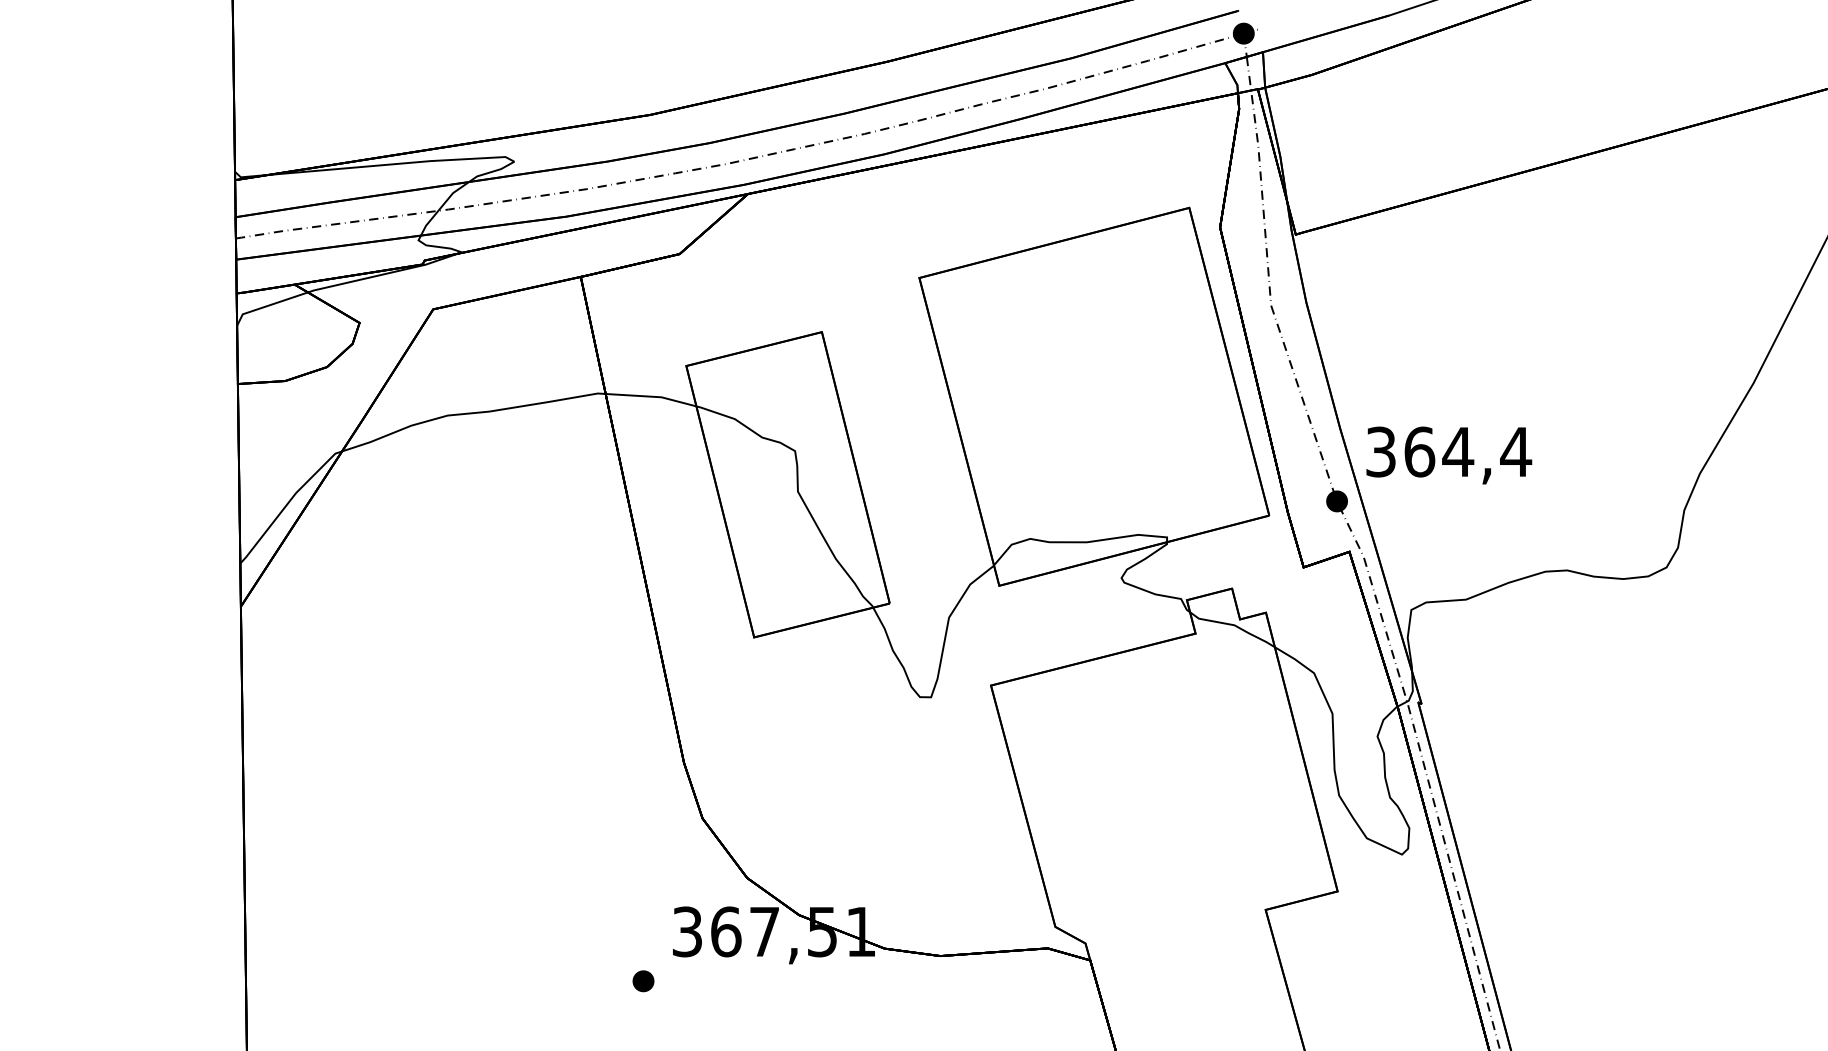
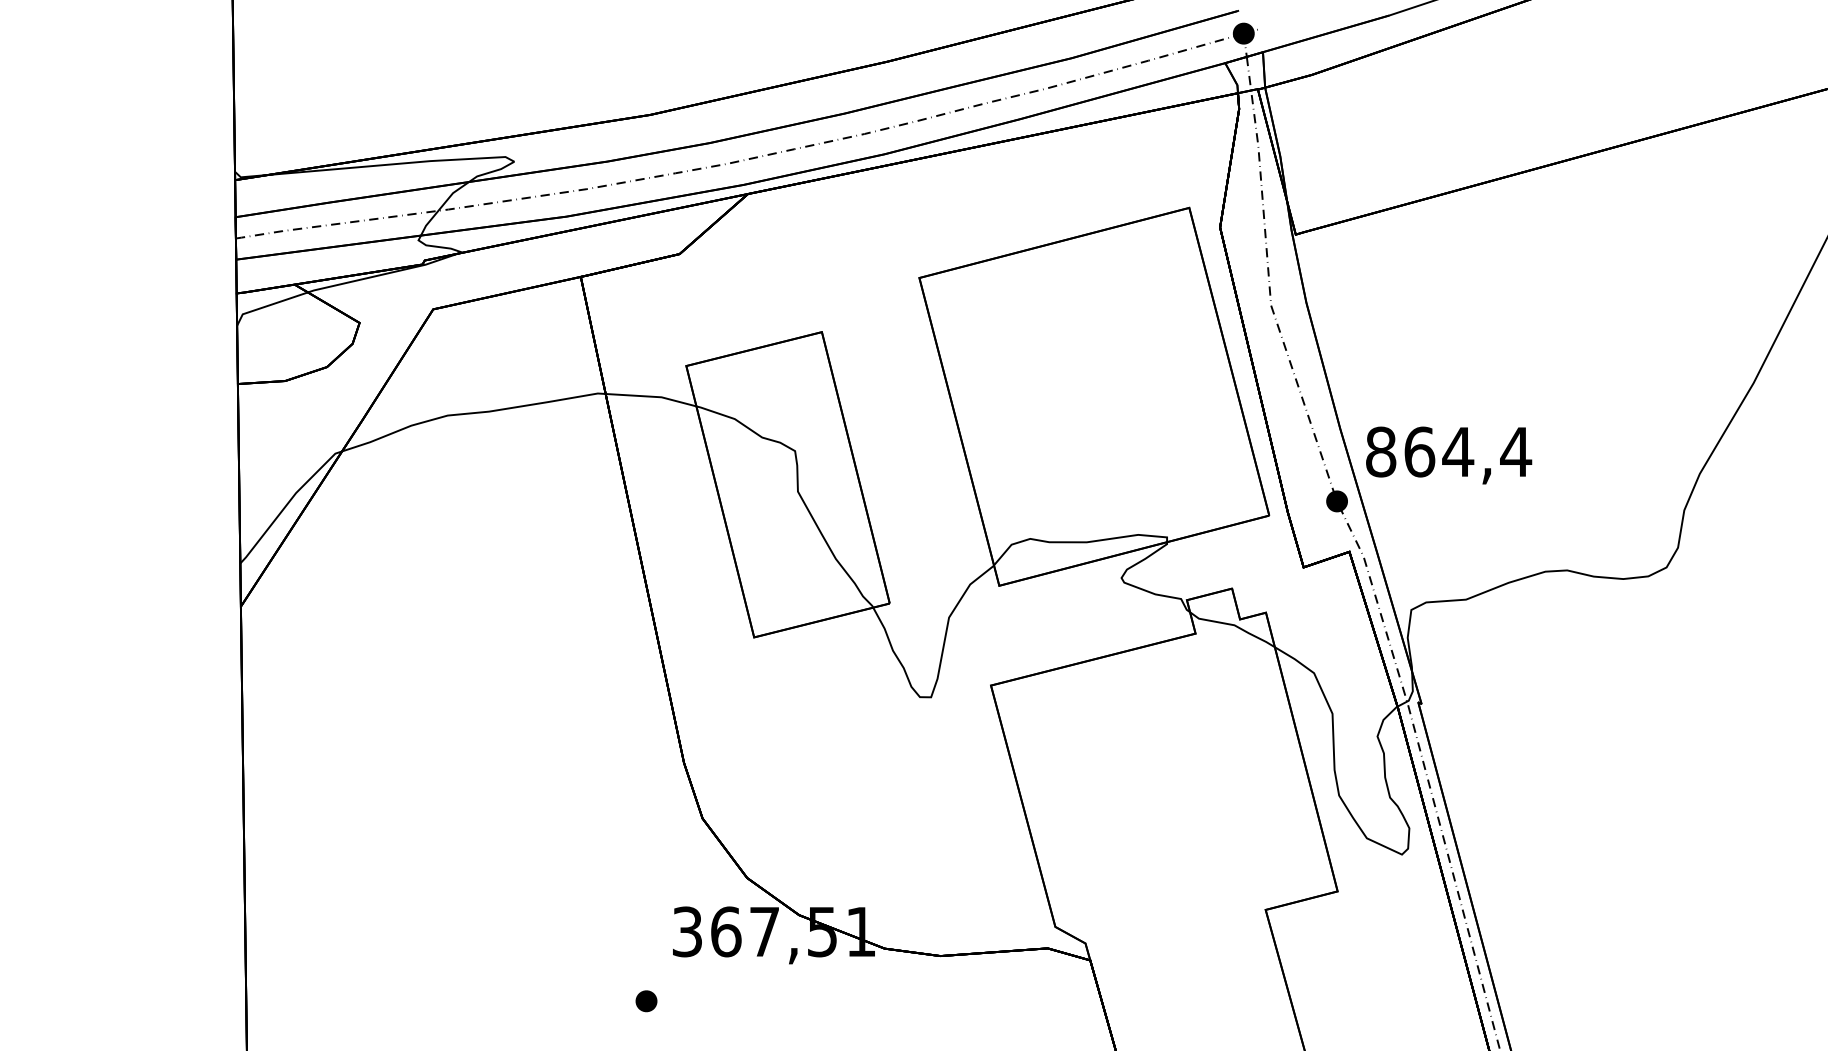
text at (1381, 451): 364,4 -> 864,4
part at (643, 981) position: (643, 981) -> (646, 1001)
